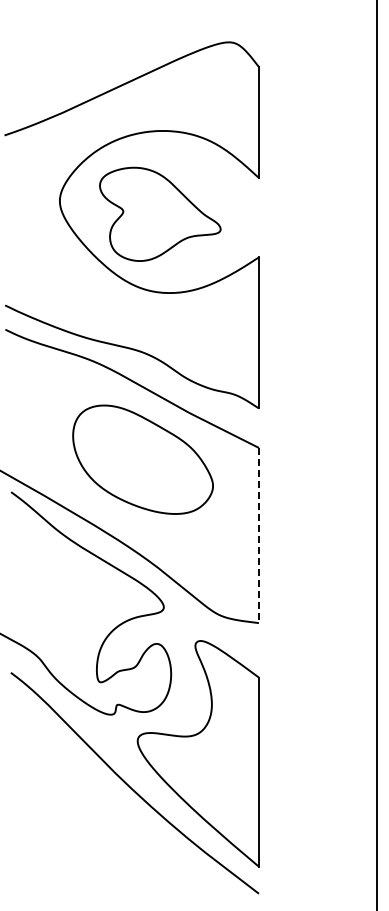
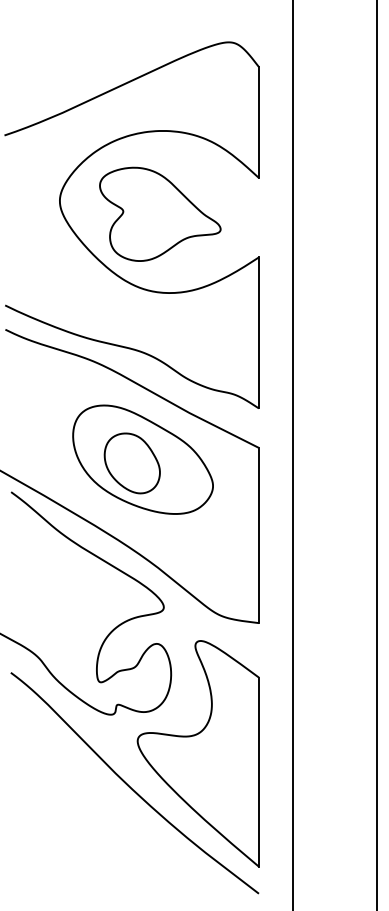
line at (292, 454): none -> present
part at (131, 463): none -> present
line at (258, 535): dashed -> solid
